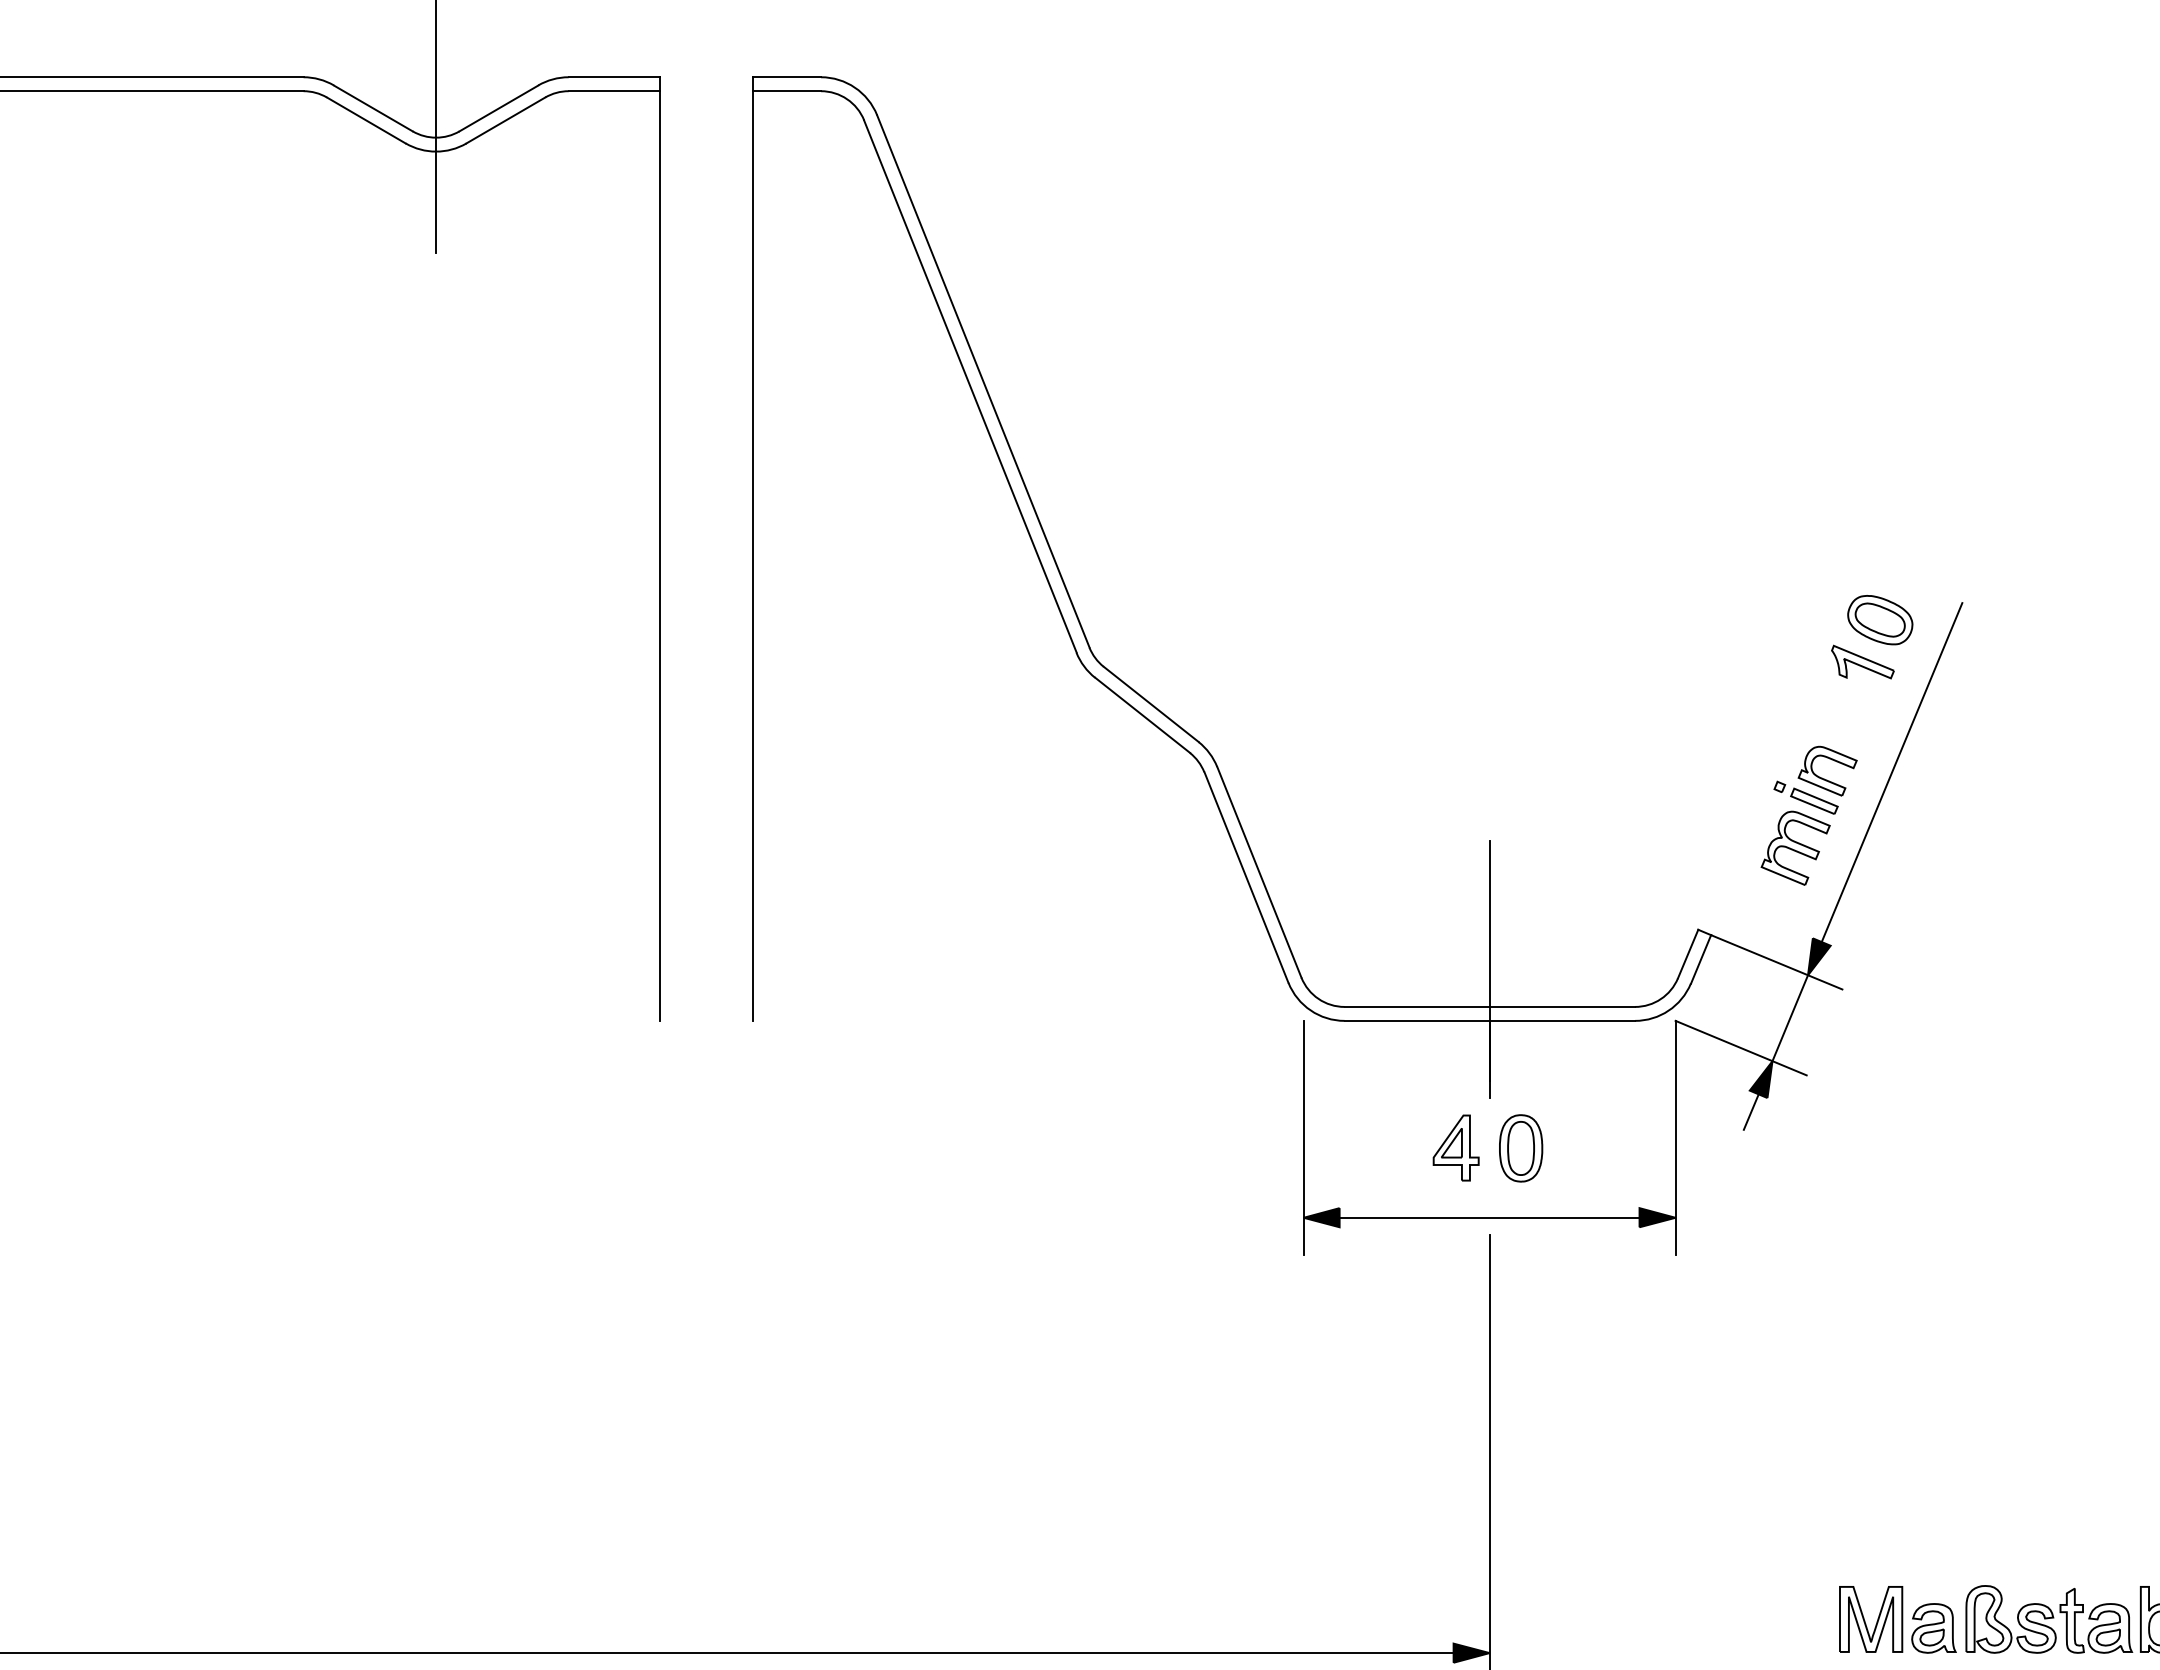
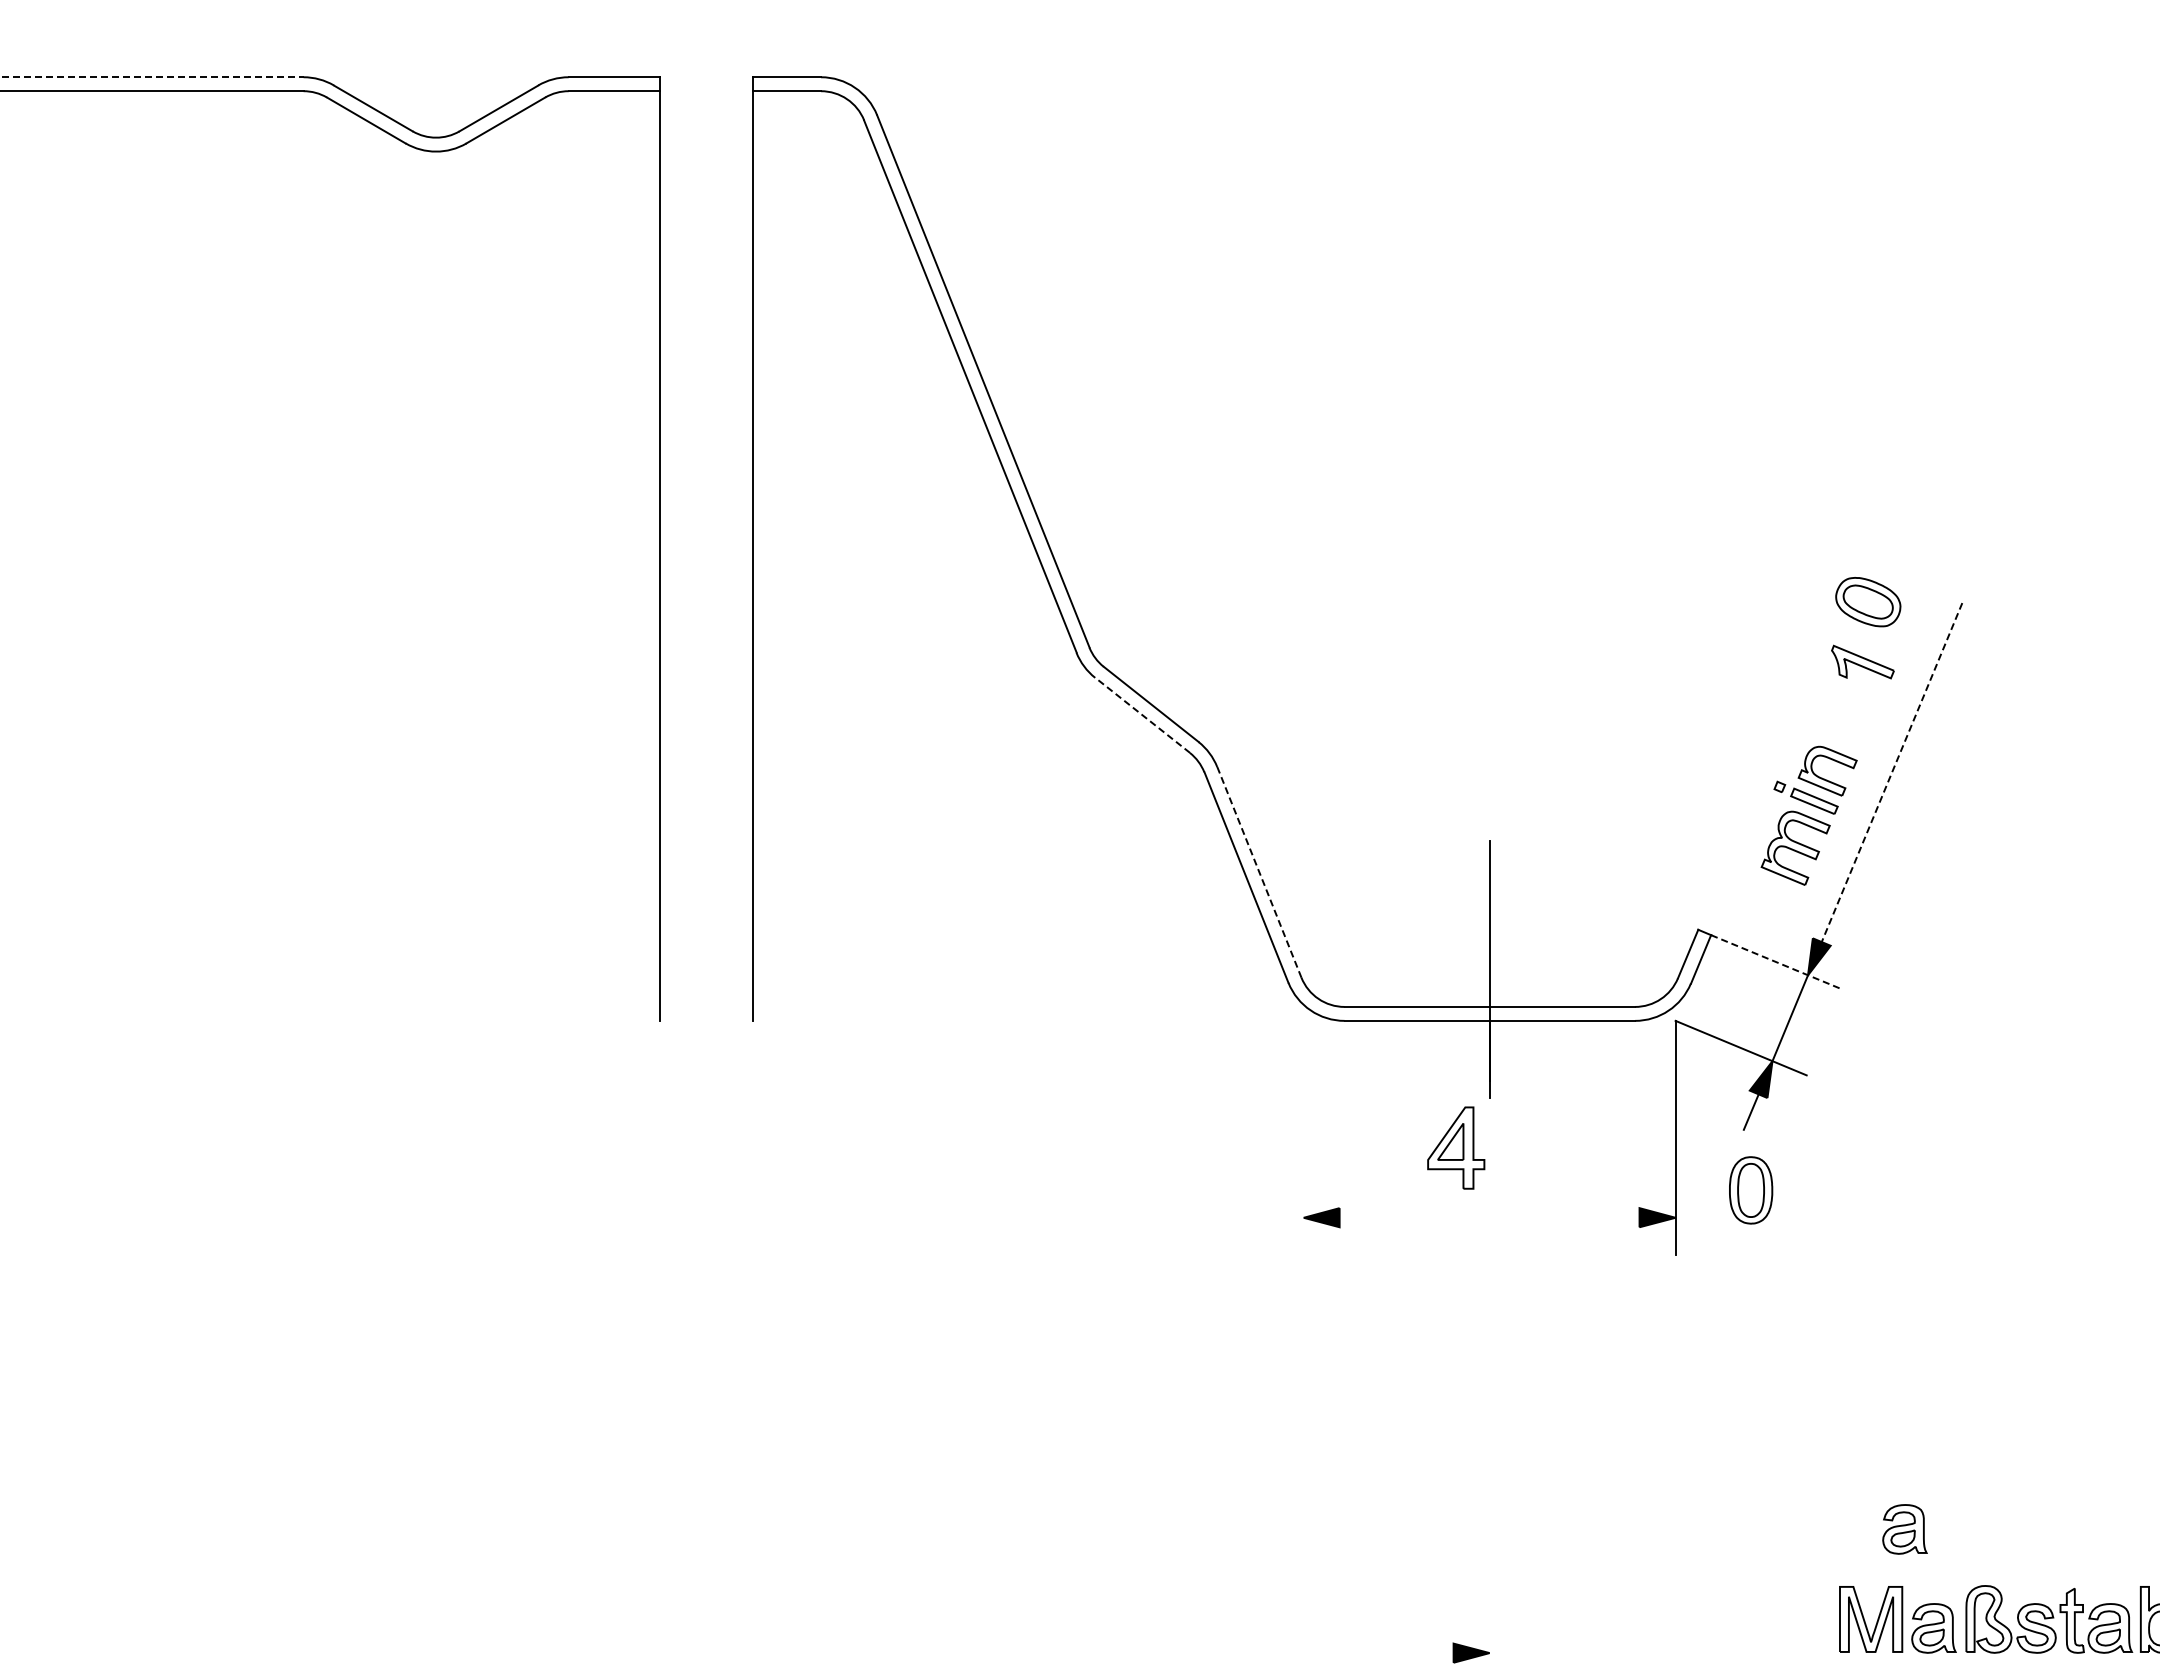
line at (151, 77): solid -> dashed
line at (436, 127): present -> none
part at (1880, 620) position: (1880, 620) -> (1868, 602)
line at (1142, 715): solid -> dashed
line at (1891, 773): solid -> dashed
line at (1259, 872): solid -> dashed
line at (1777, 962): solid -> dashed
line at (1303, 1137): present -> none
part at (1455, 1147) size: 48x68 px -> 59x84 px
part at (1521, 1148) position: (1521, 1148) -> (1751, 1190)
line at (1489, 1217): present -> none
line at (1489, 1450): present -> none
part at (1904, 1529): none -> present
line at (727, 1653): present -> none
